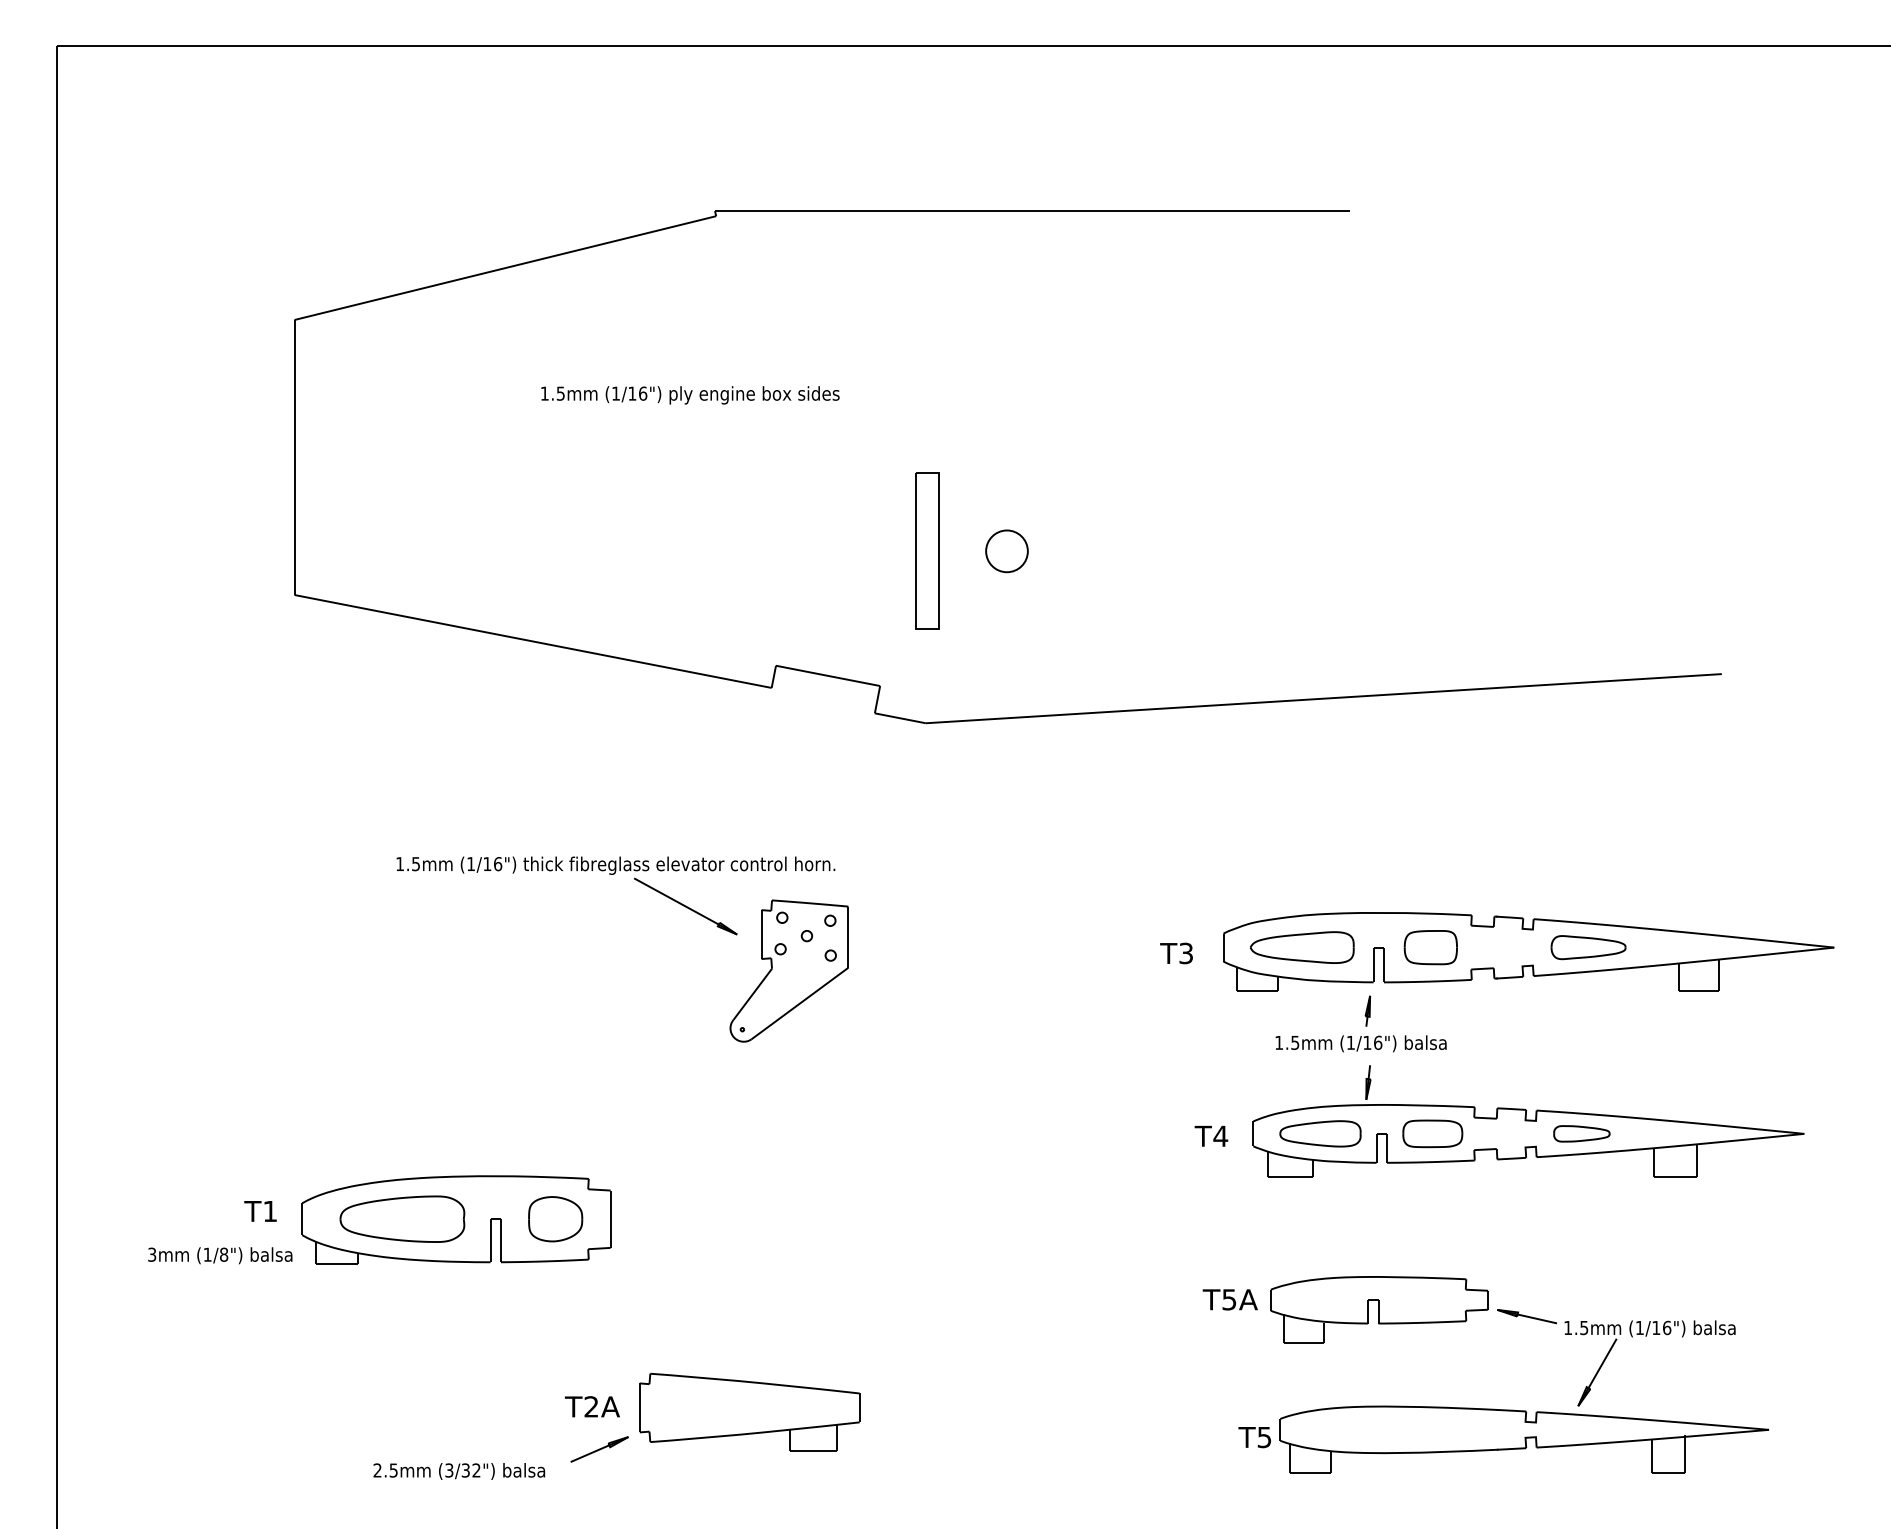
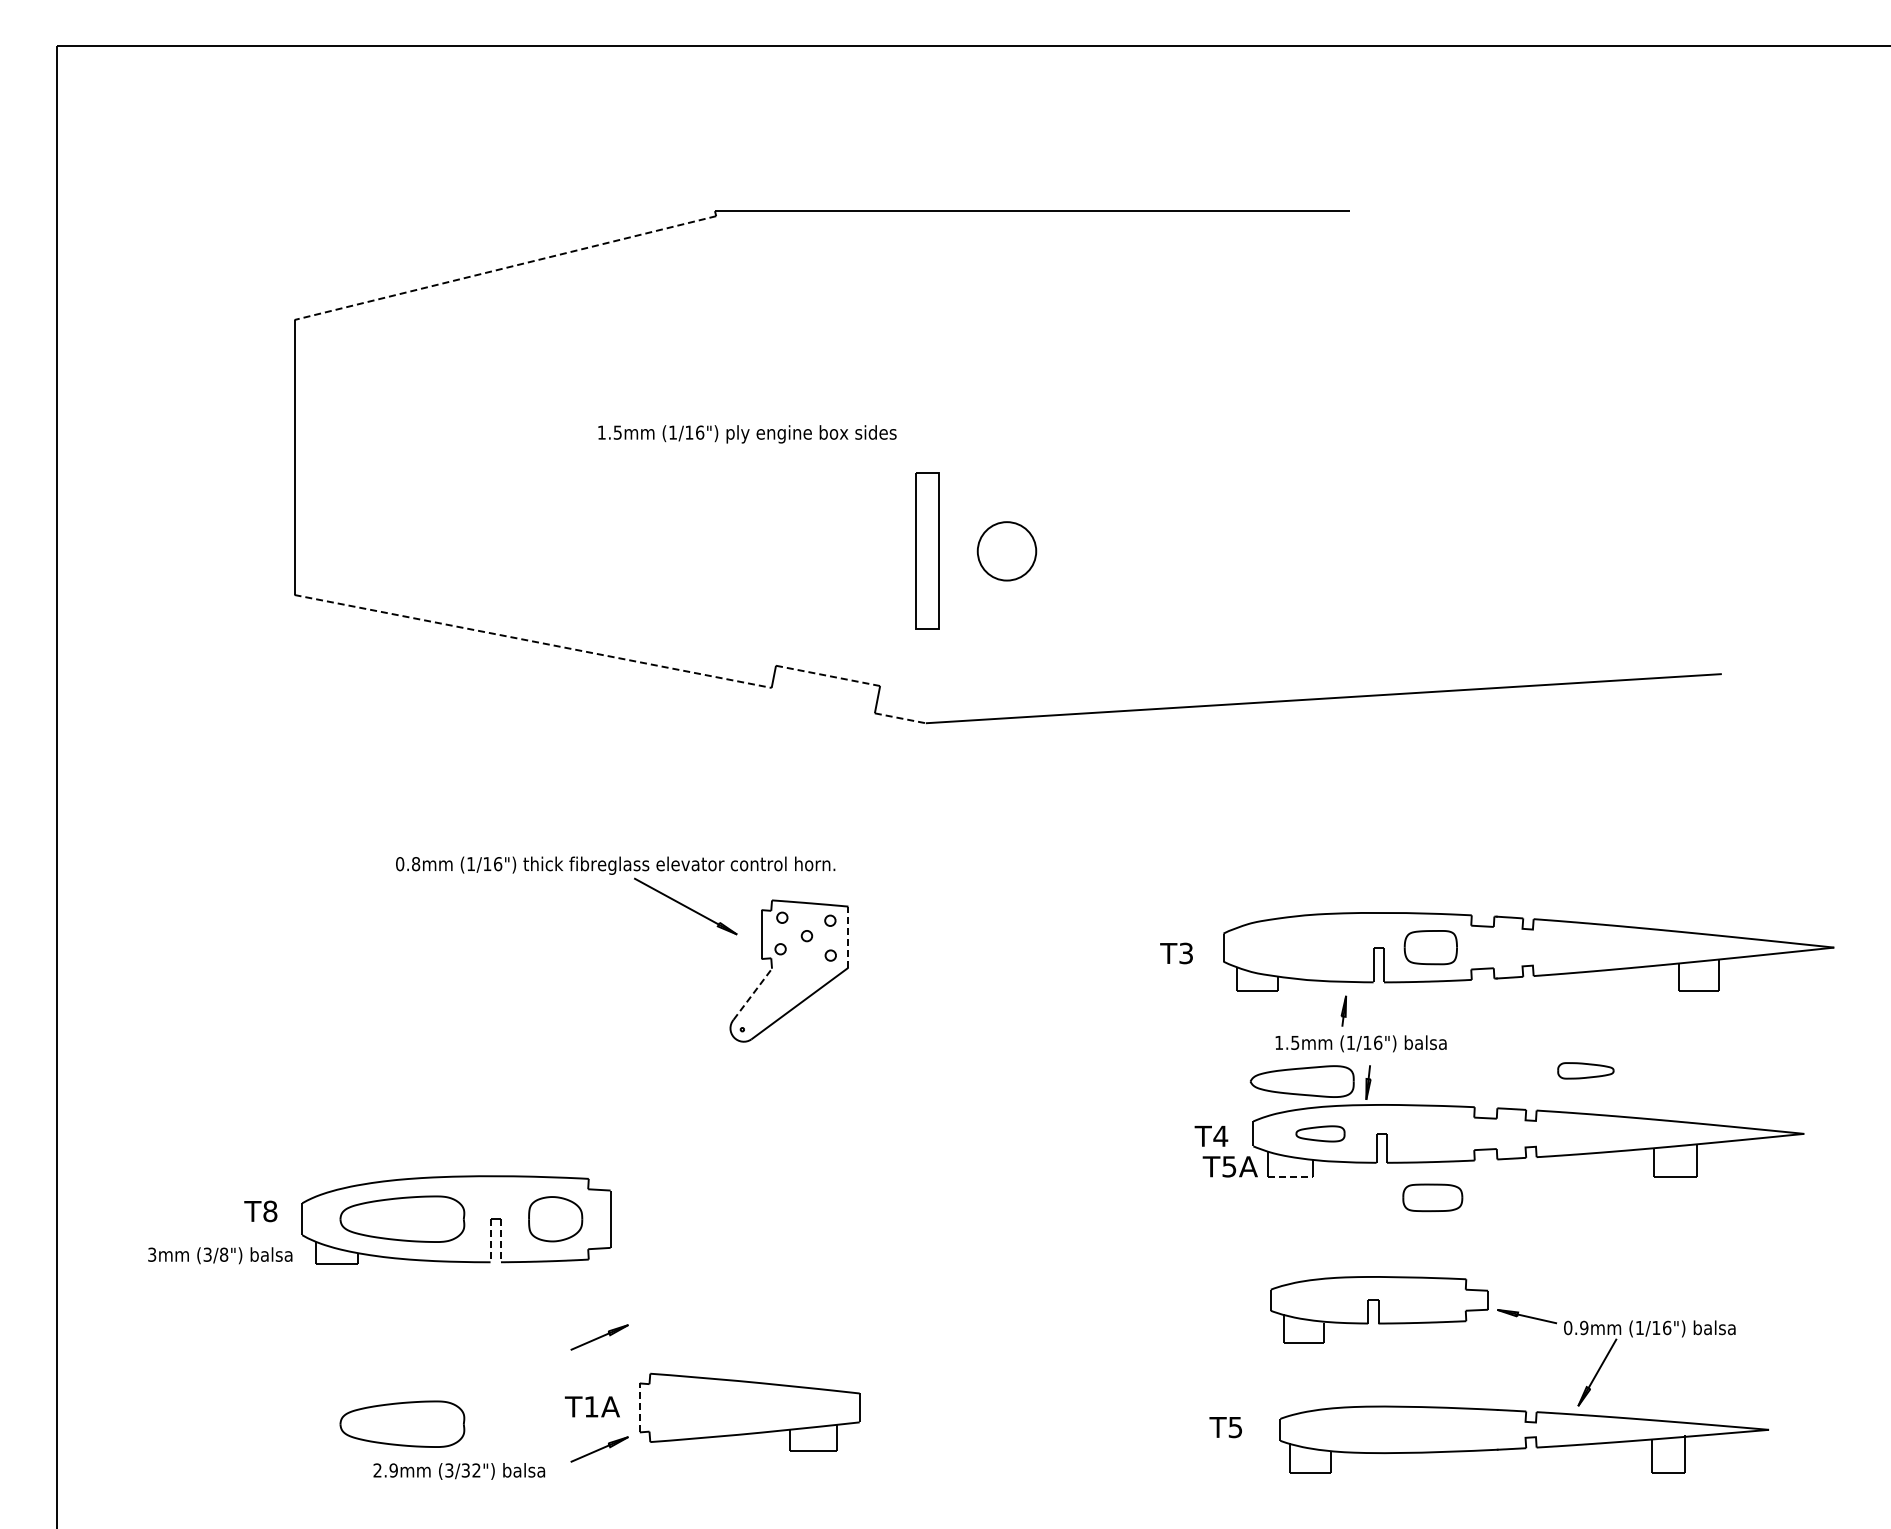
line at (504, 268): solid -> dashed
text at (690, 395) position: (690, 395) -> (747, 434)
circle at (1006, 551) diameter: 42 px -> 58 px
line at (533, 641): solid -> dashed
line at (828, 675): solid -> dashed
line at (900, 718): solid -> dashed
text at (408, 864): 1.5mm -> 0.8mm
line at (848, 937): solid -> dashed
part at (1301, 947) position: (1301, 947) -> (1301, 1081)
part at (1588, 947): present -> none
line at (753, 993): solid -> dashed
part at (1367, 1010) position: (1367, 1010) -> (1343, 1010)
part at (1320, 1133) size: 83x28 px -> 51x18 px
part at (1432, 1133) position: (1432, 1133) -> (1432, 1197)
part at (1581, 1133) position: (1581, 1133) -> (1585, 1070)
line at (1291, 1176): solid -> dashed
text at (270, 1211): T1 -> T8
line at (490, 1240): solid -> dashed
line at (500, 1240): solid -> dashed
text at (207, 1254): (1/8") -> (3/8")
text at (1229, 1299) position: (1229, 1299) -> (1229, 1166)
text at (1576, 1327): 1.5mm -> 0.9mm
part at (599, 1337): none -> present
text at (591, 1406): T2A -> T1A
line at (639, 1407): solid -> dashed
part at (402, 1423): none -> present
text at (1254, 1437) position: (1254, 1437) -> (1225, 1427)
text at (393, 1470): 2.5mm -> 2.9mm
